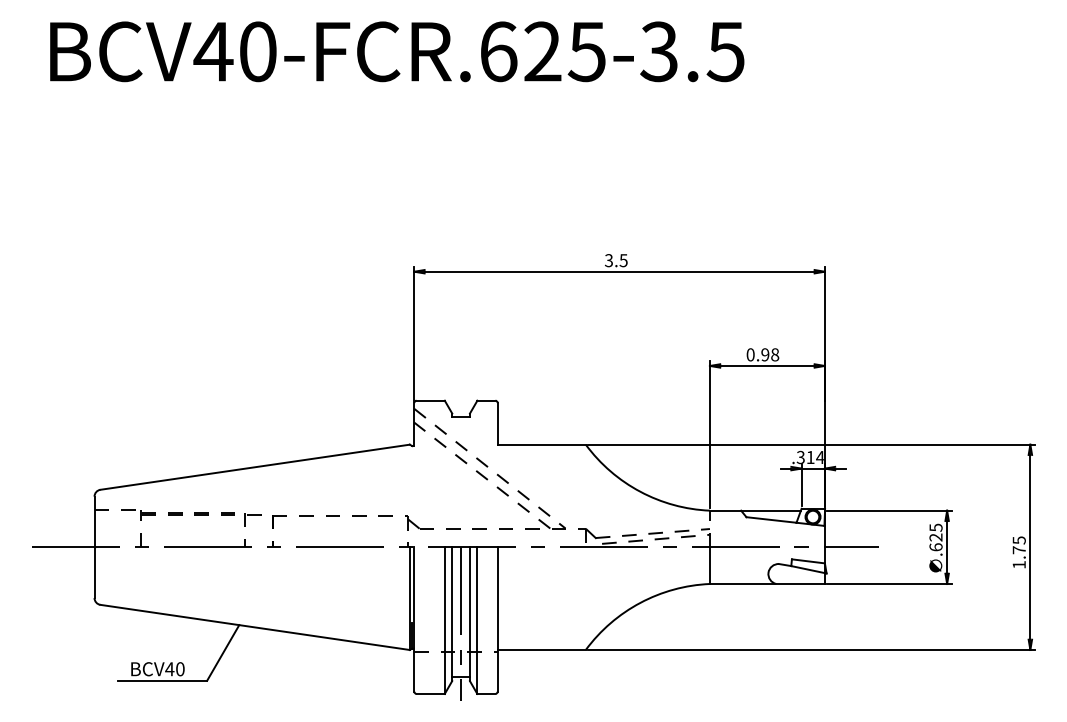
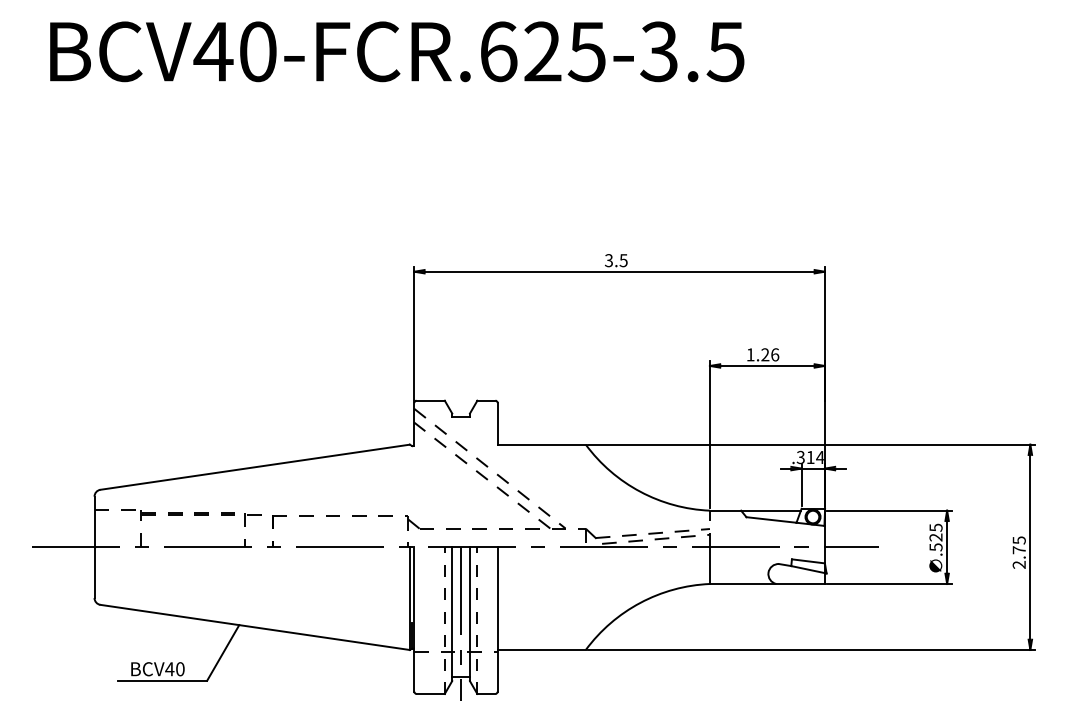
text at (762, 354): 0.98 -> 1.26
text at (935, 547): .625 -> .525
text at (1018, 564): 1.75 -> 2.75
line at (444, 620): solid -> dashed
line at (477, 620): solid -> dashed
